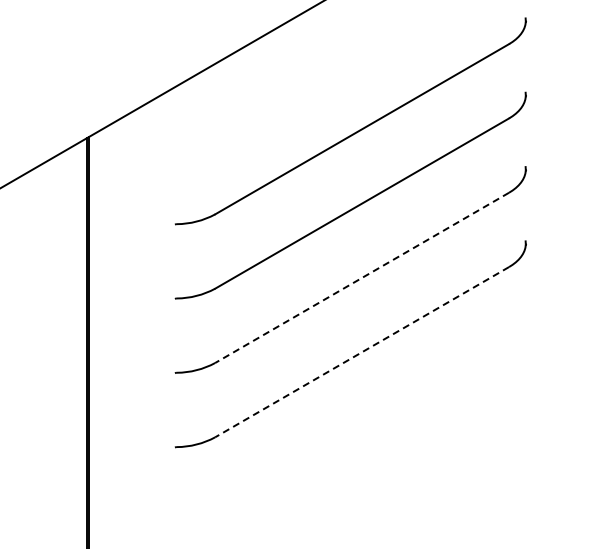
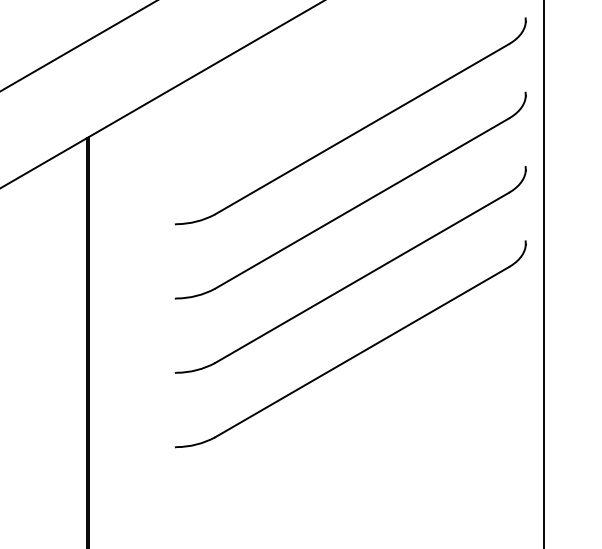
line at (78, 46): none -> present
line at (543, 273): none -> present
line at (362, 277): dashed -> solid
line at (362, 352): dashed -> solid
